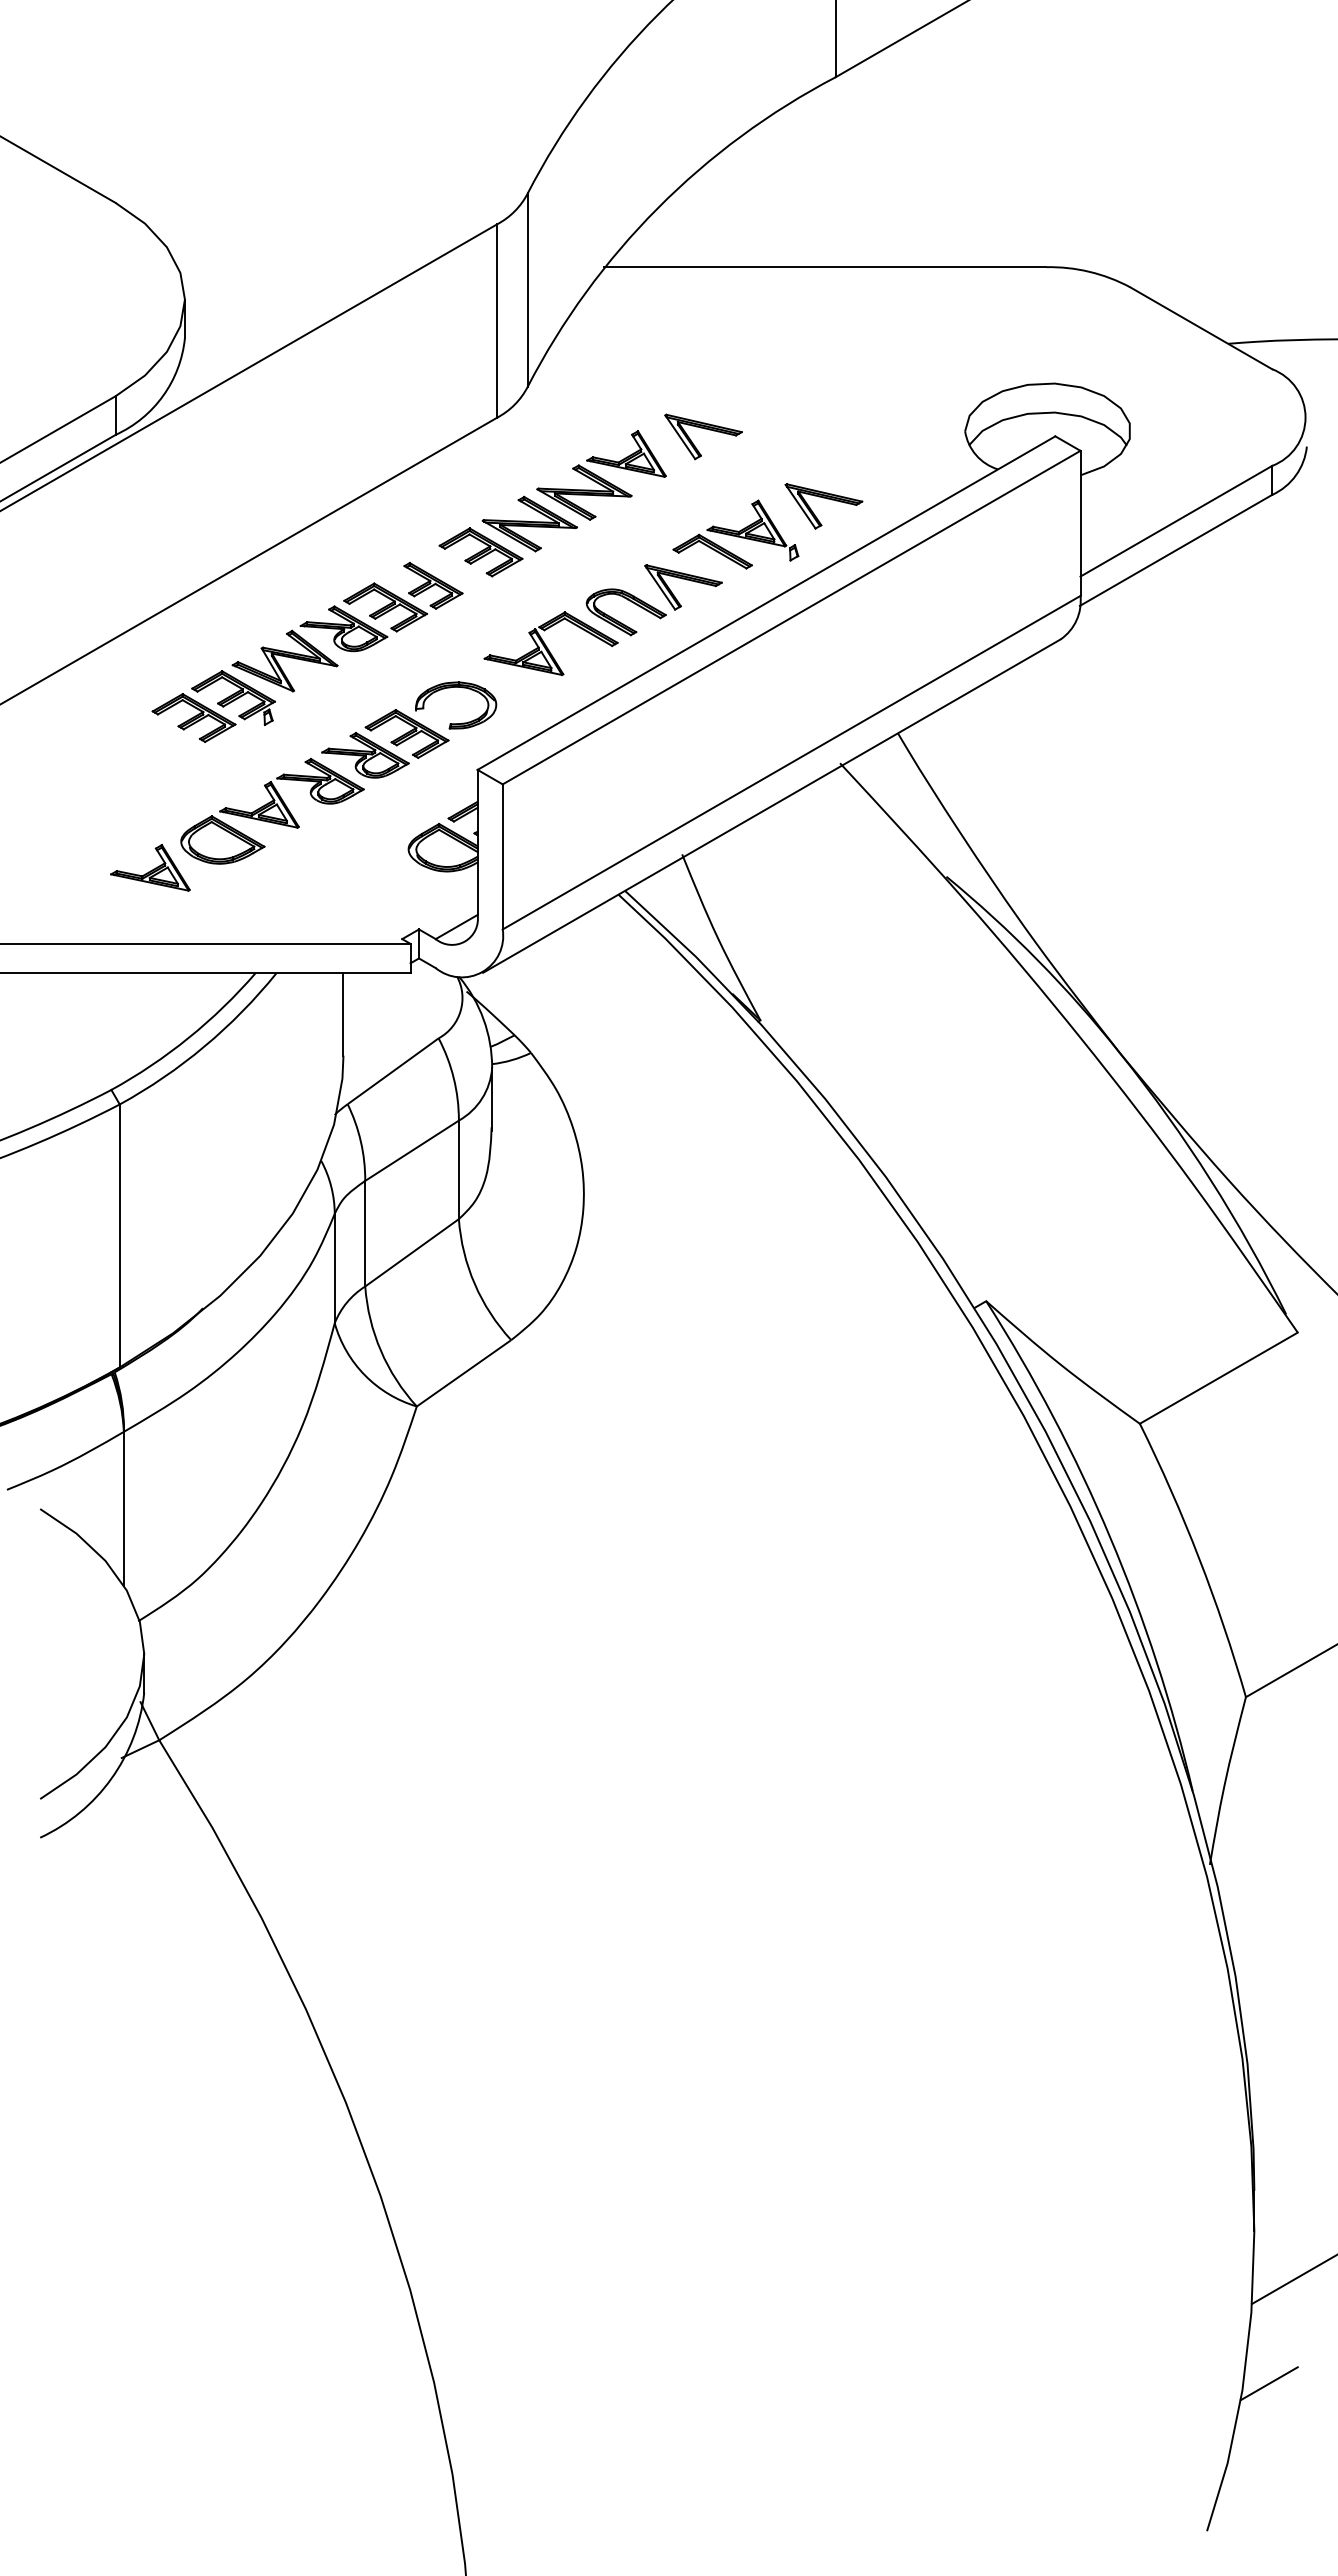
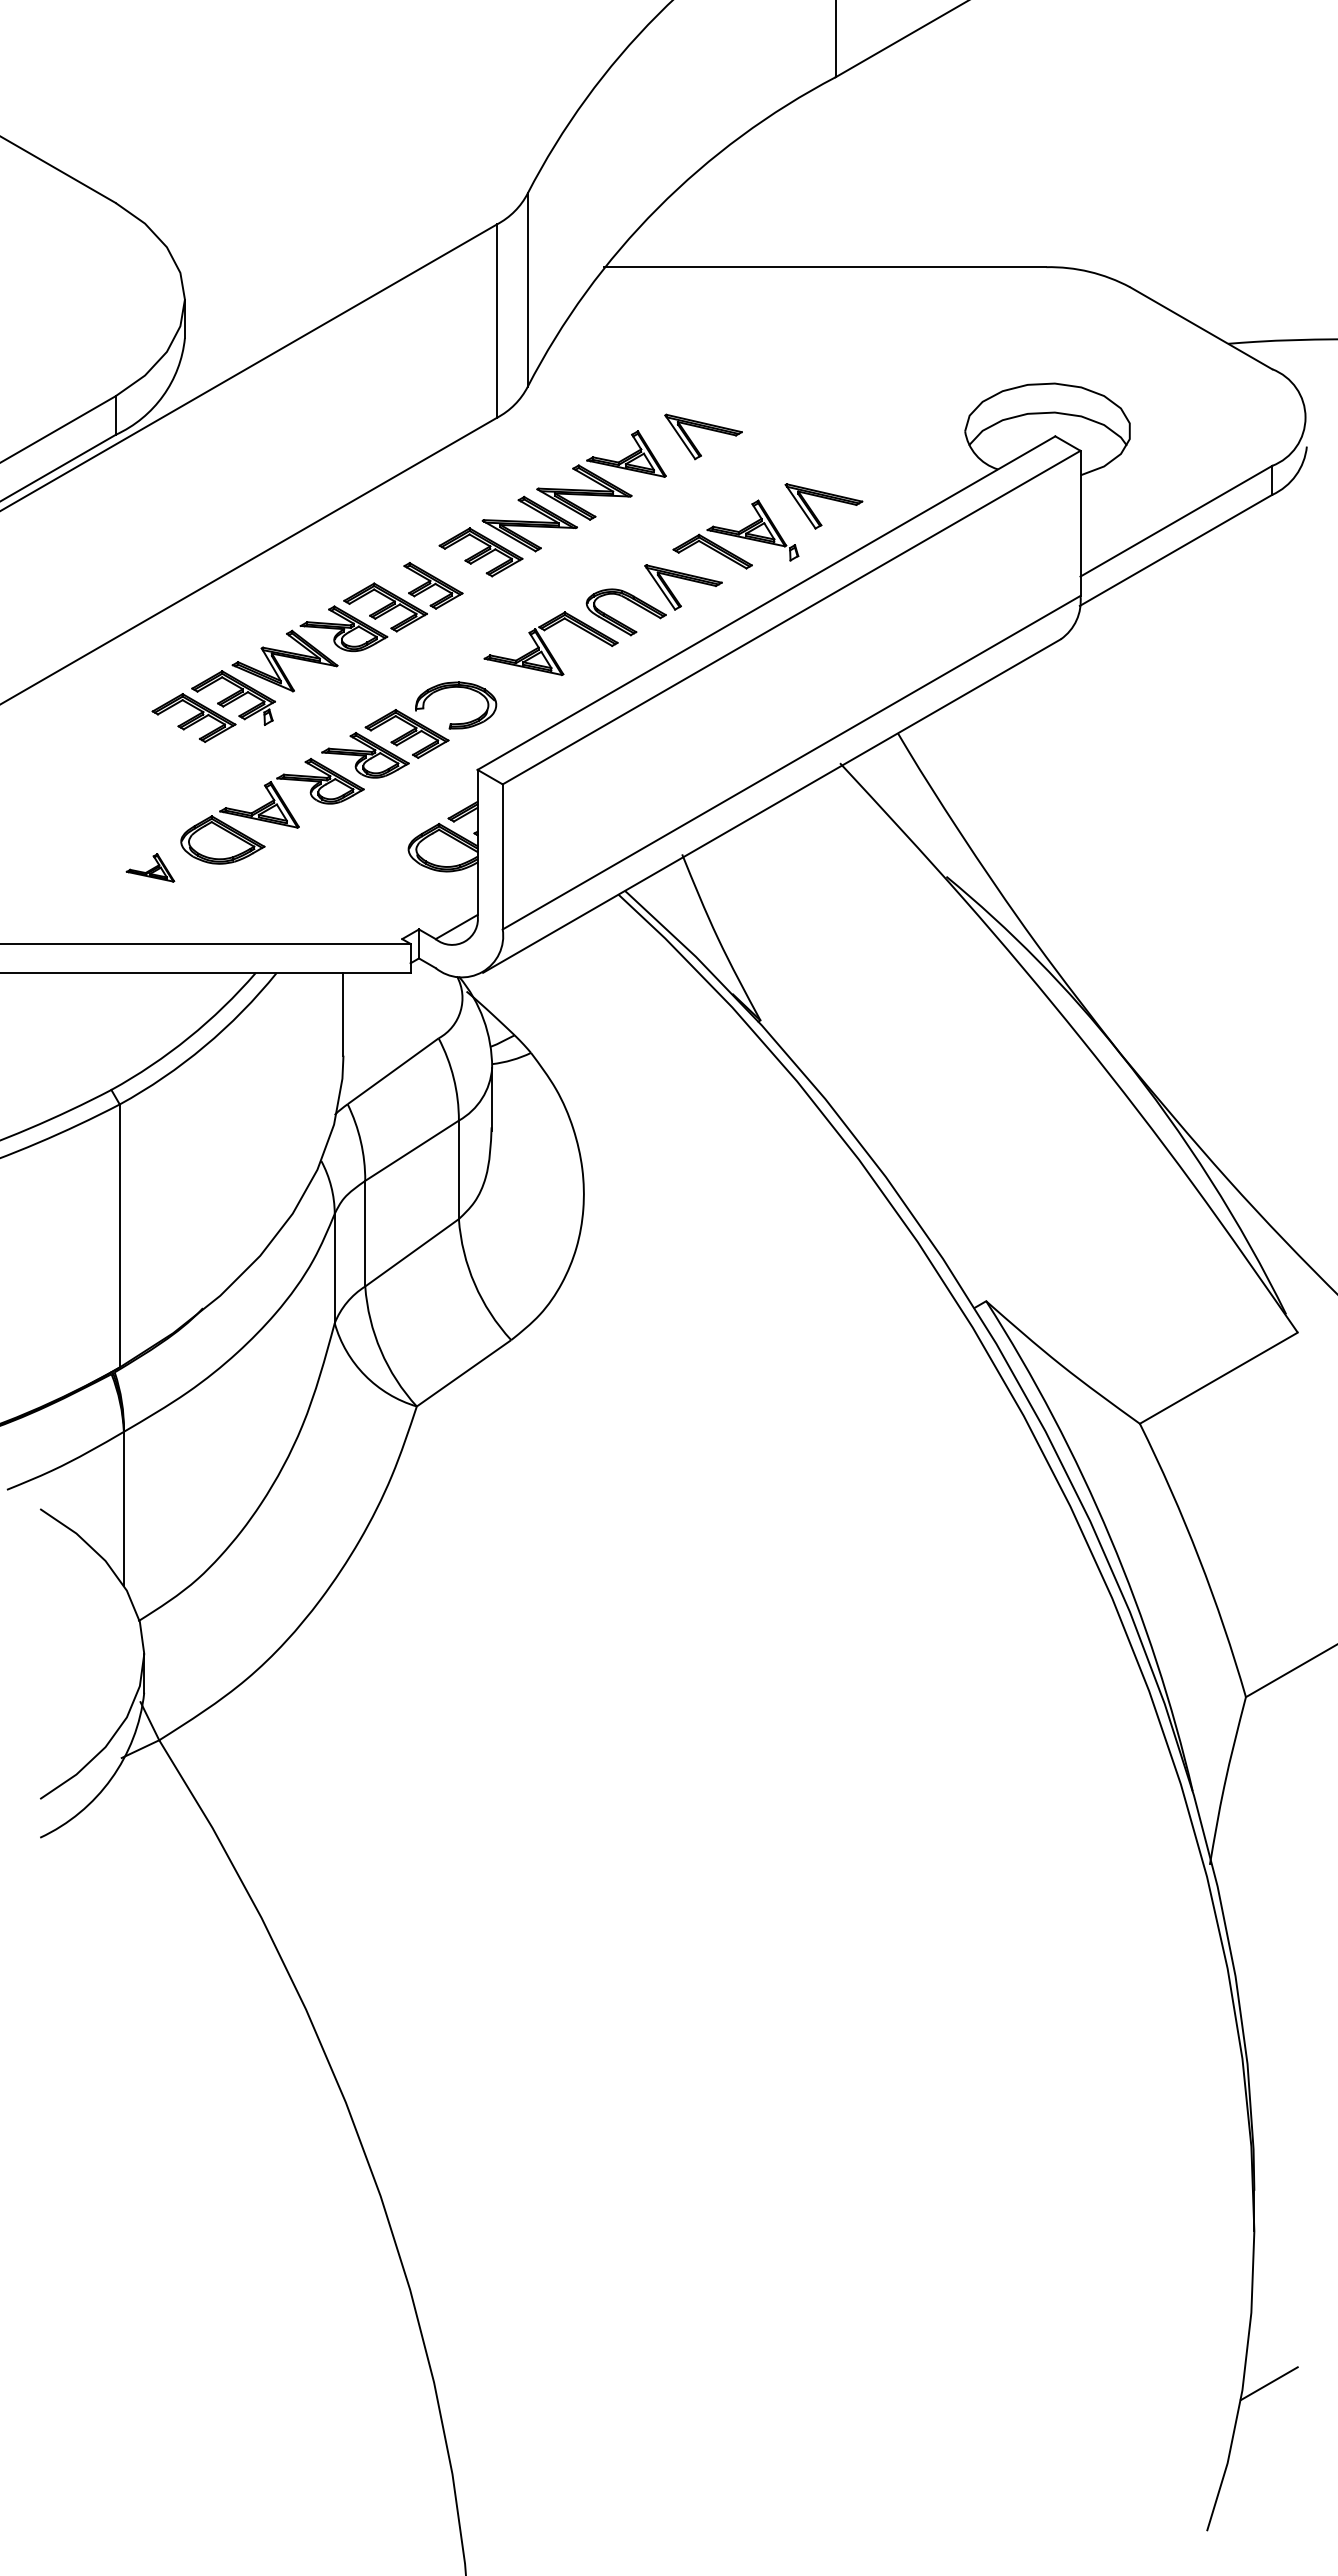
part at (150, 867) size: 81x48 px -> 51x30 px
line at (1292, 2280): present -> none
